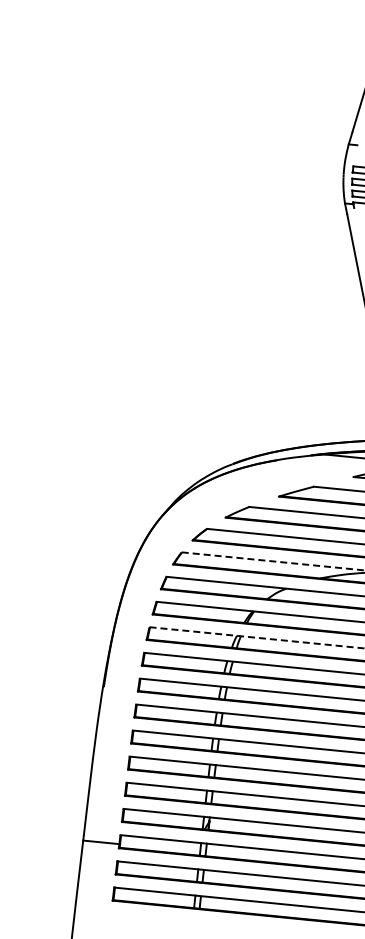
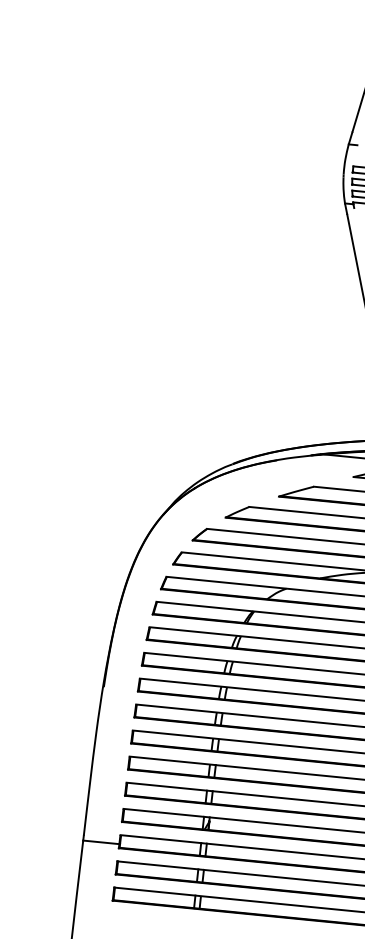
line at (273, 561): dashed -> solid
line at (256, 637): dashed -> solid
